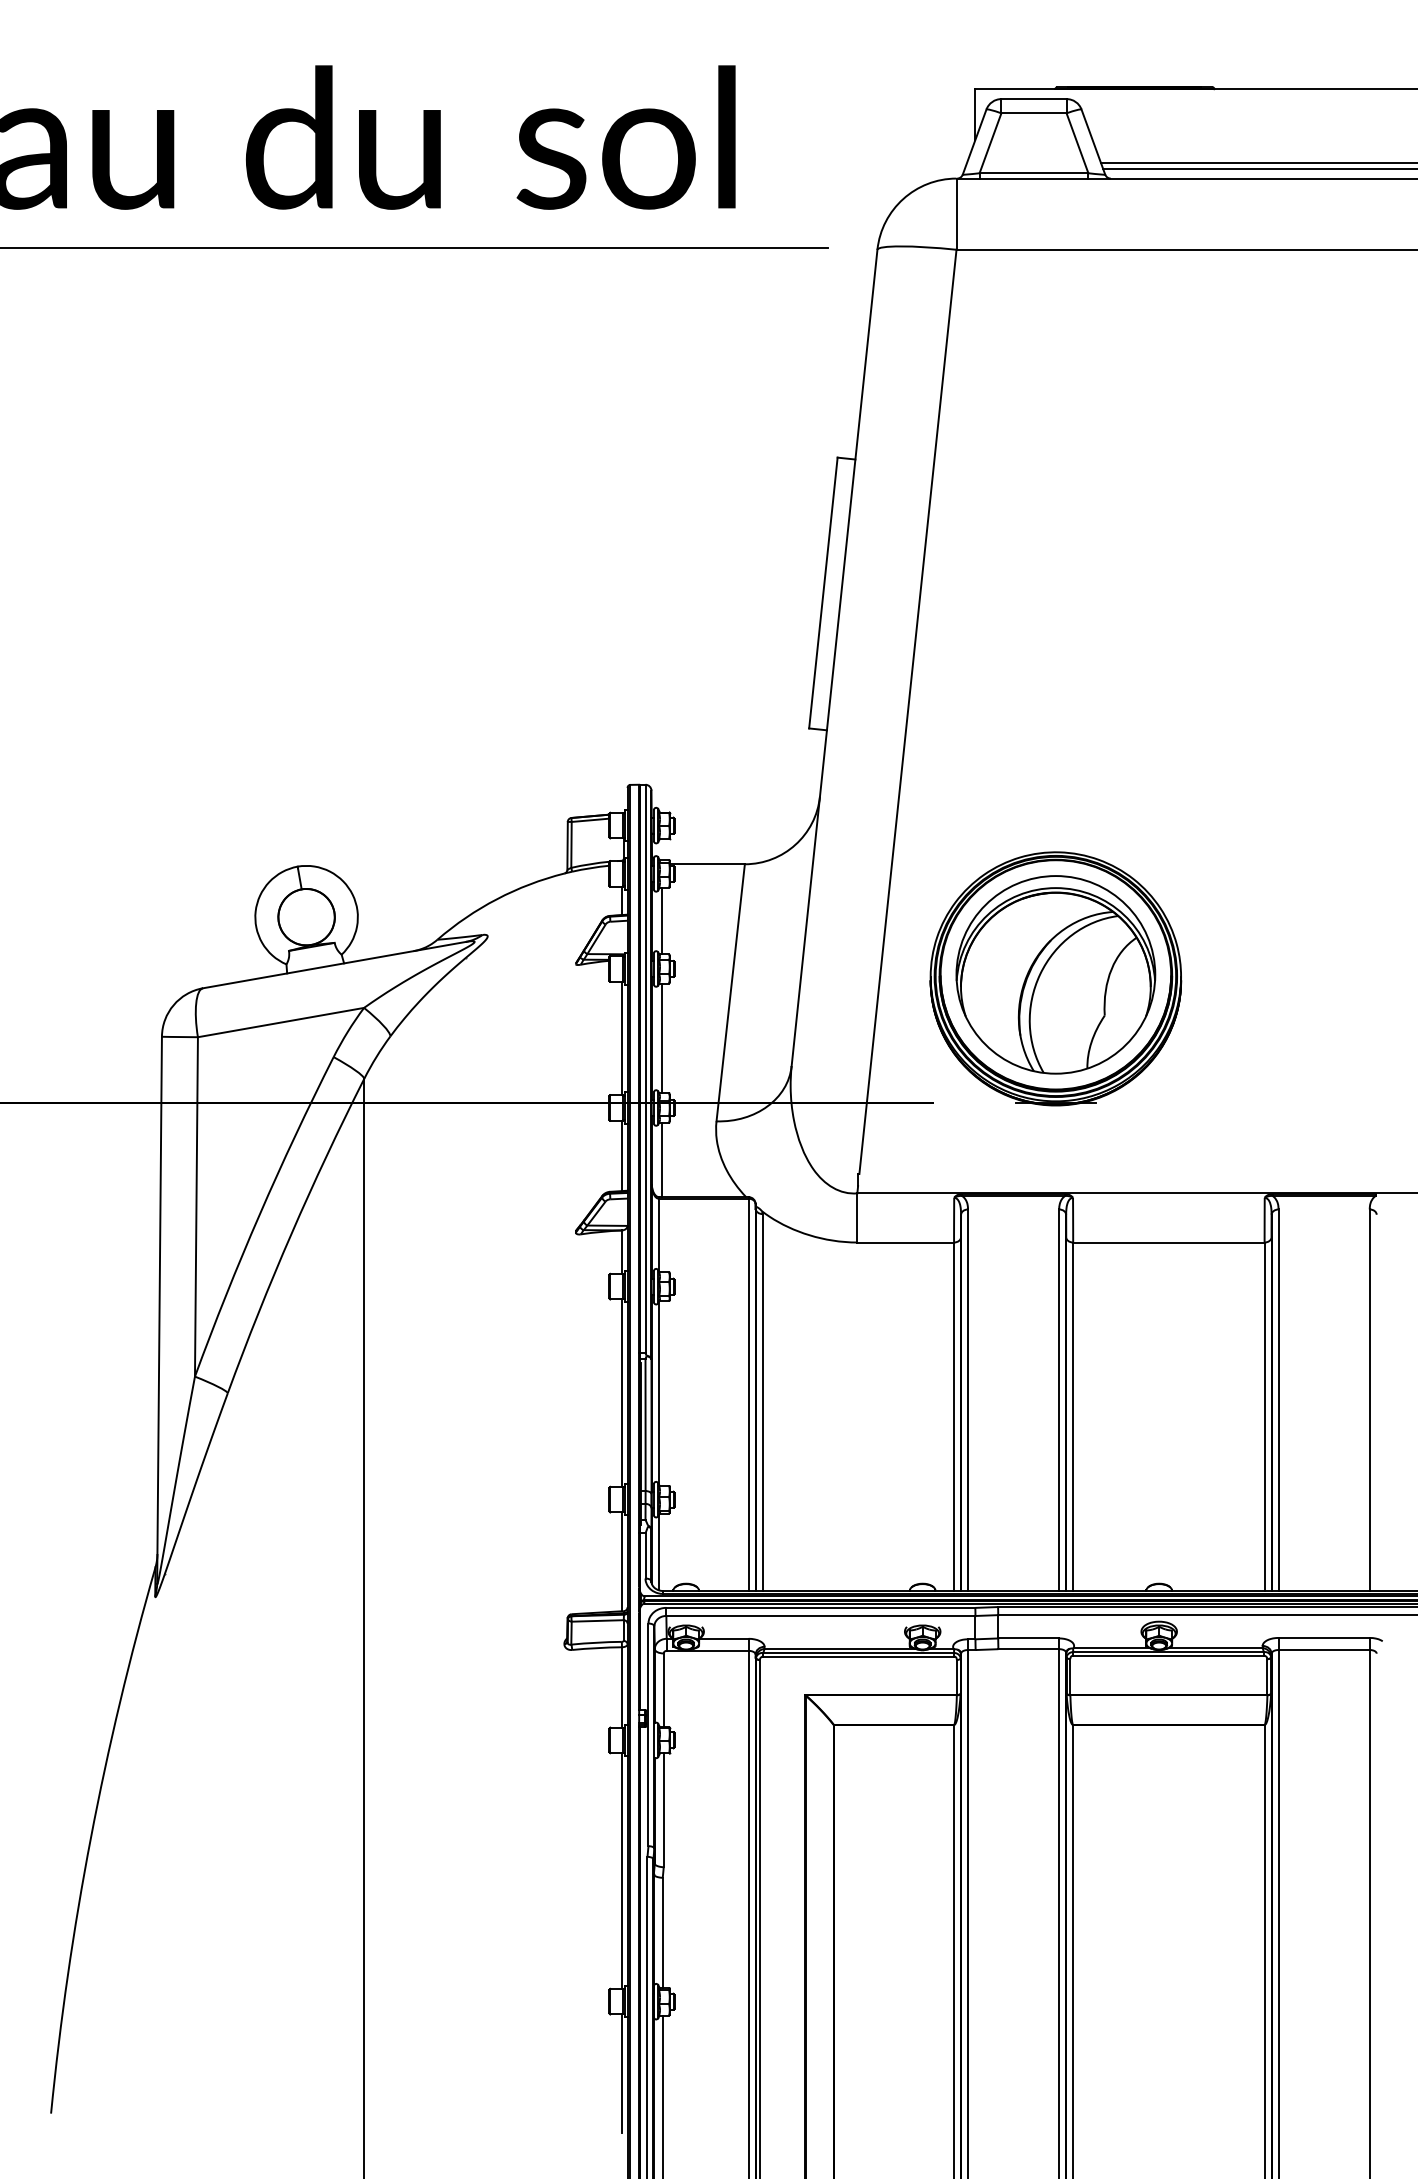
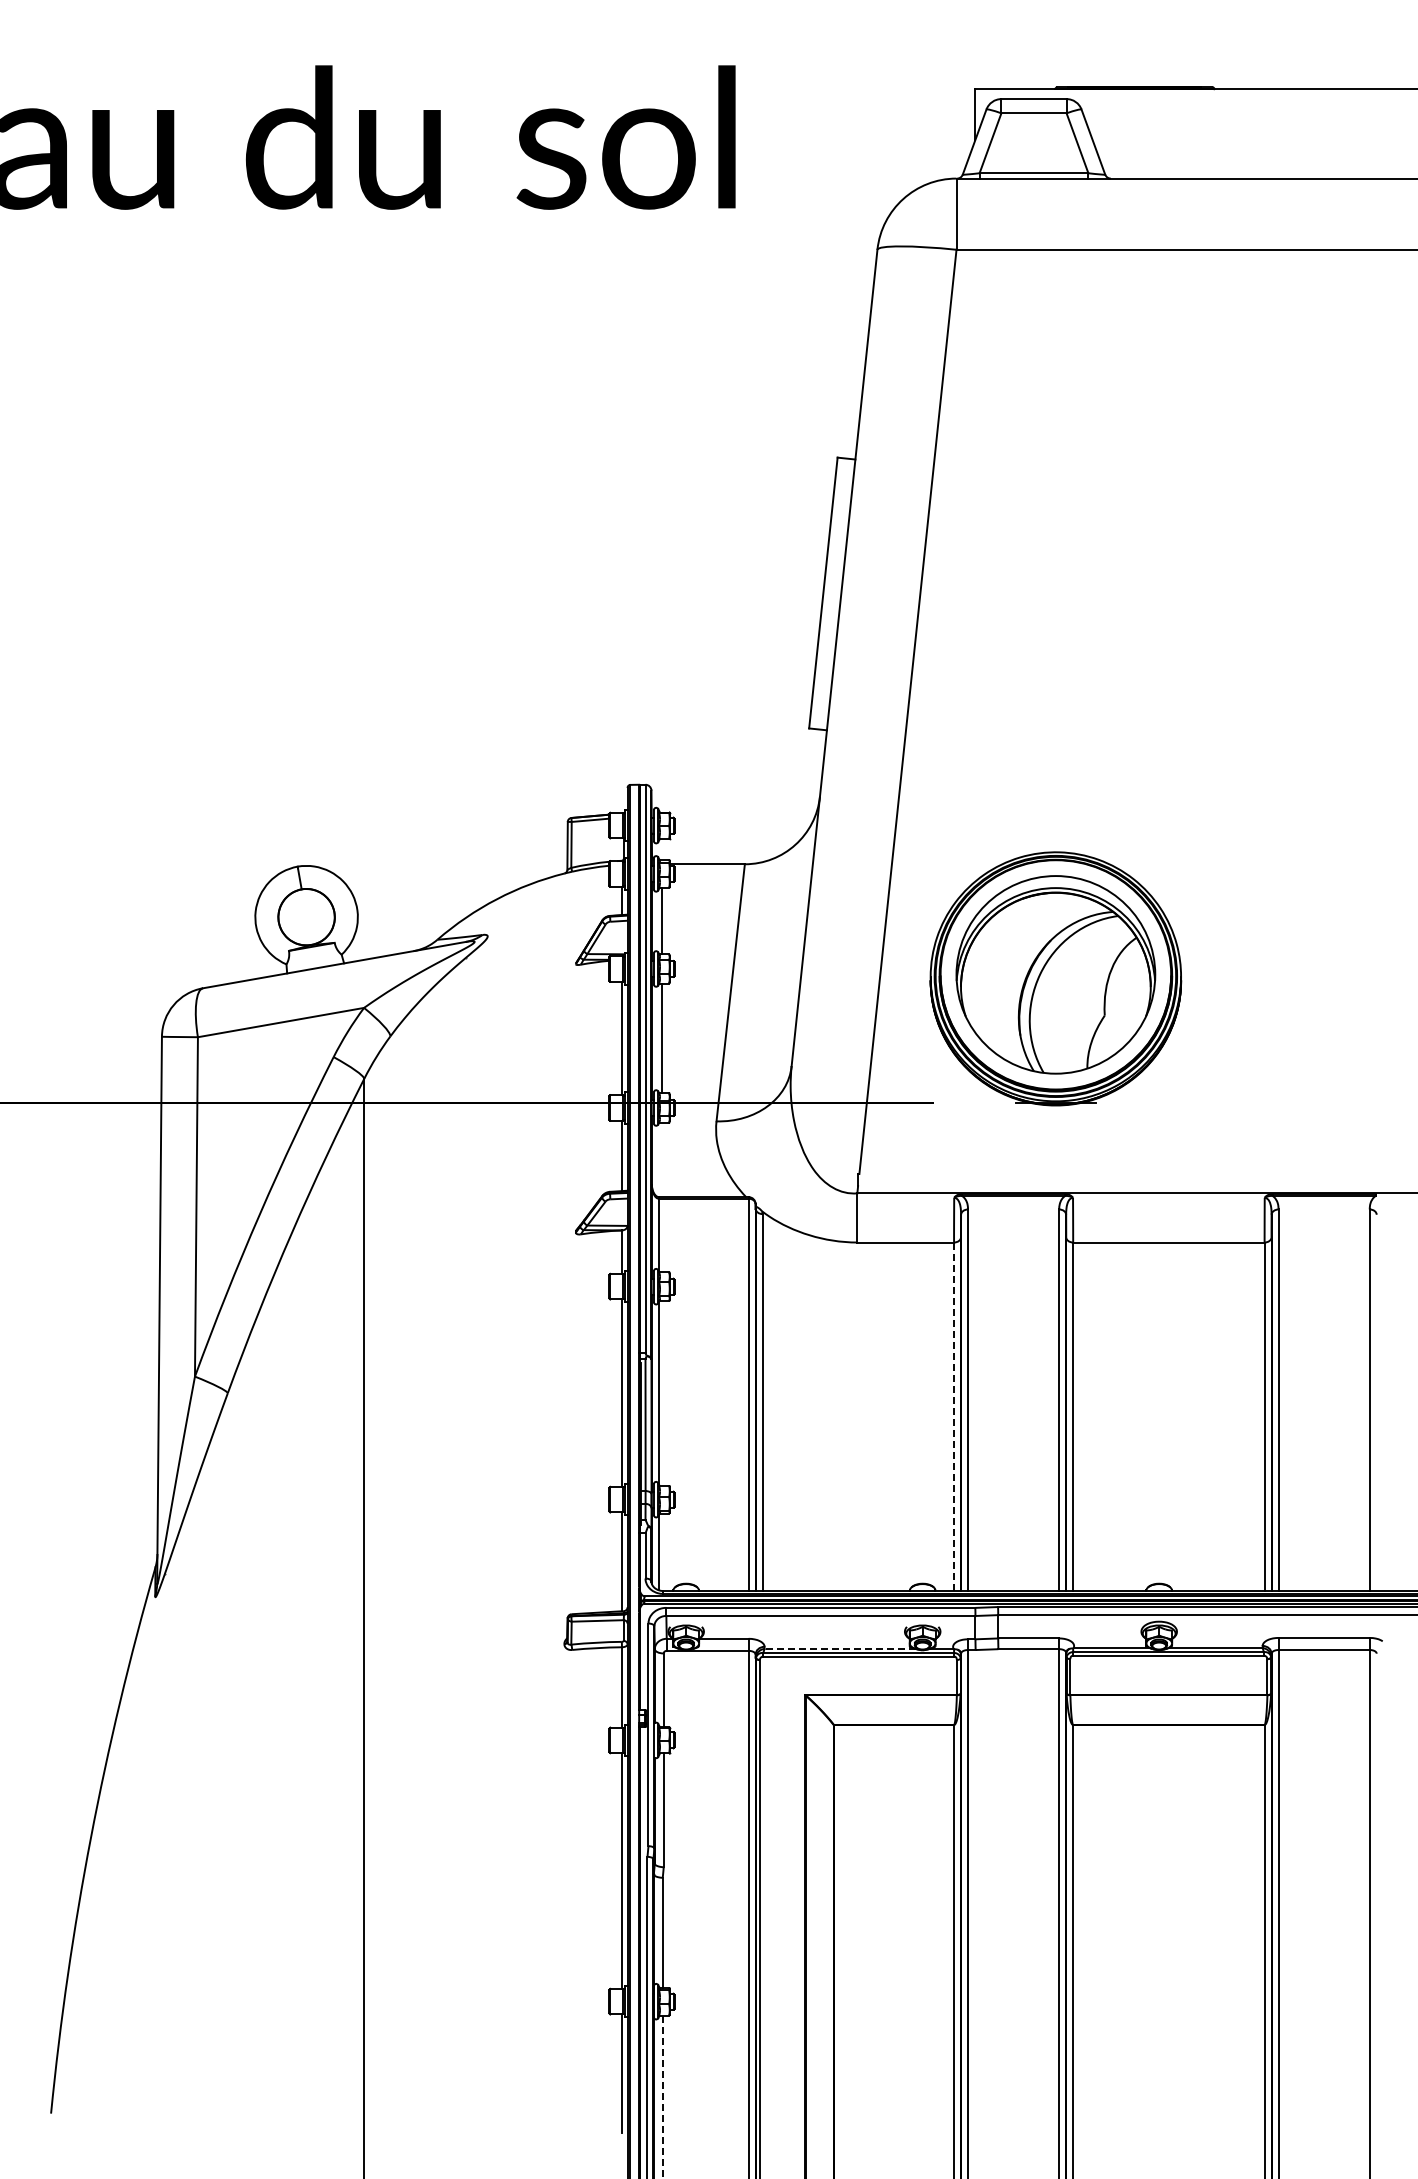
line at (1257, 162): present -> none
line at (1258, 169): present -> none
line at (414, 248): present -> none
line at (661, 1159): present -> none
line at (954, 1416): solid -> dashed
line at (840, 1648): solid -> dashed
line at (662, 2097): solid -> dashed
